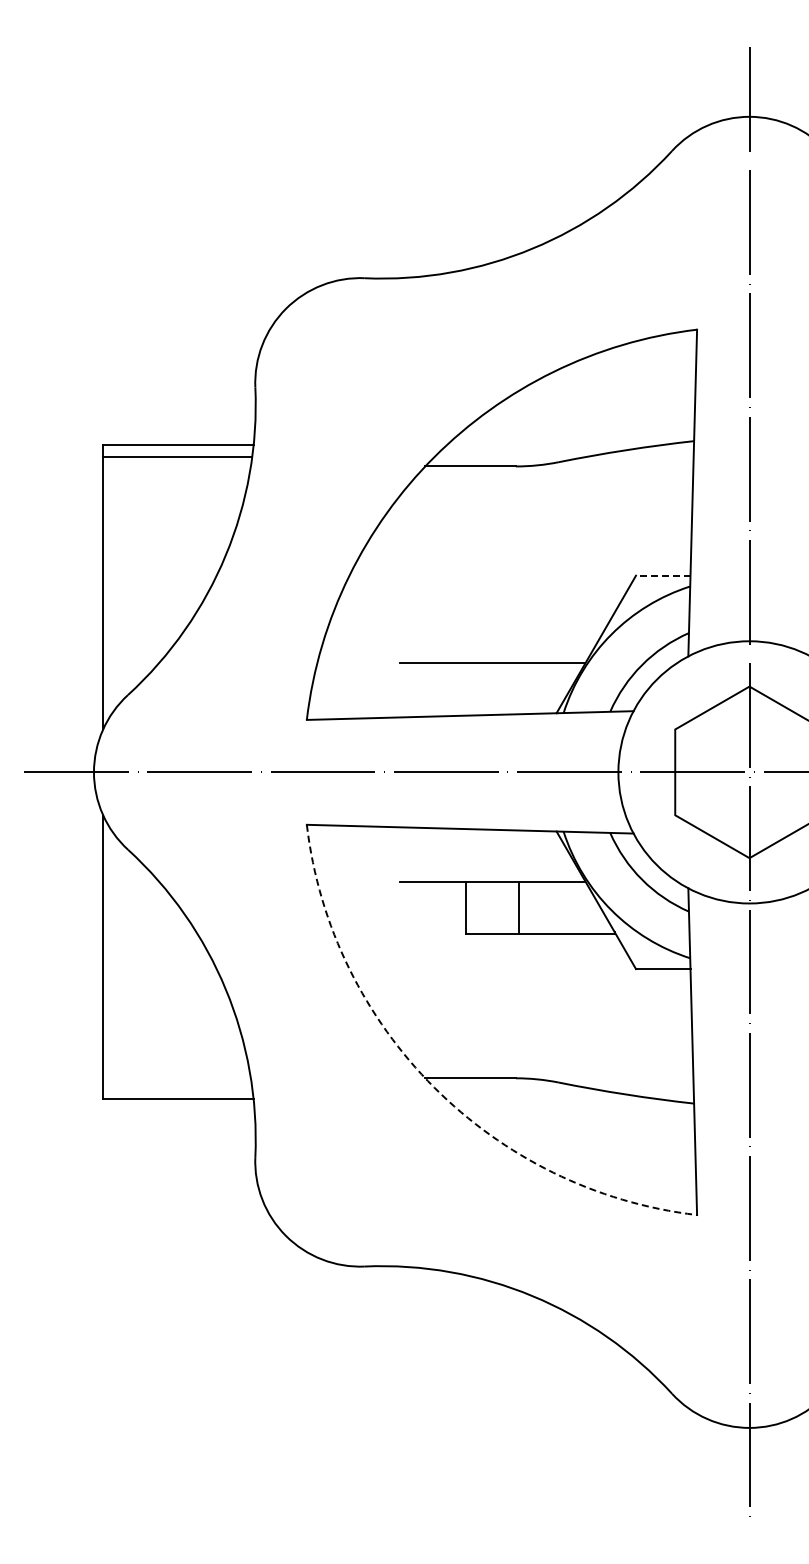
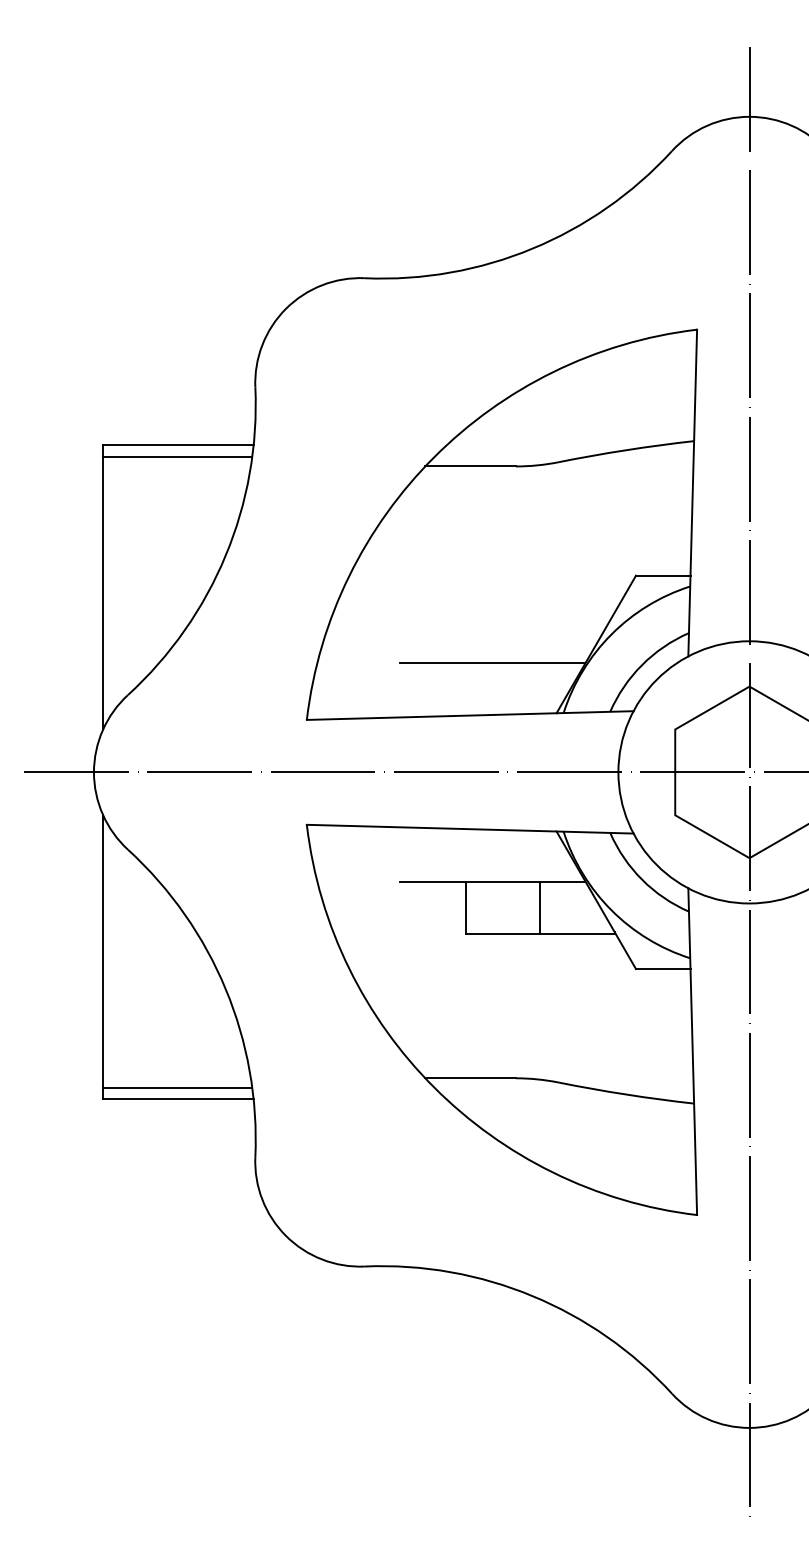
line at (662, 575): dashed -> solid
line at (519, 907) position: (519, 907) -> (540, 907)
arc at (434, 1087): dashed -> solid
line at (177, 1088): none -> present
